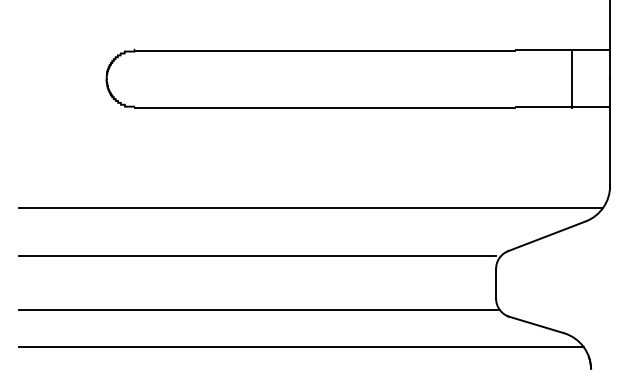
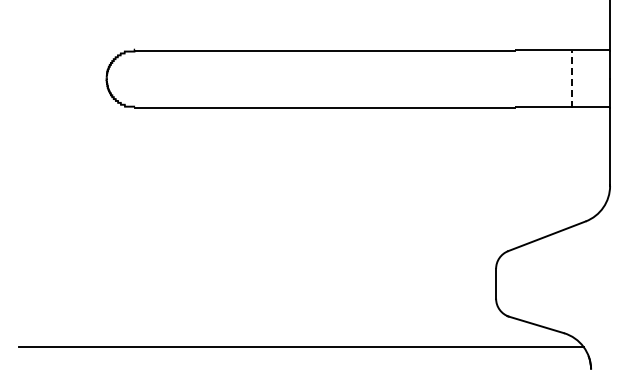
line at (572, 79): solid -> dashed
line at (310, 207): present -> none
line at (257, 255): present -> none
line at (258, 310): present -> none
